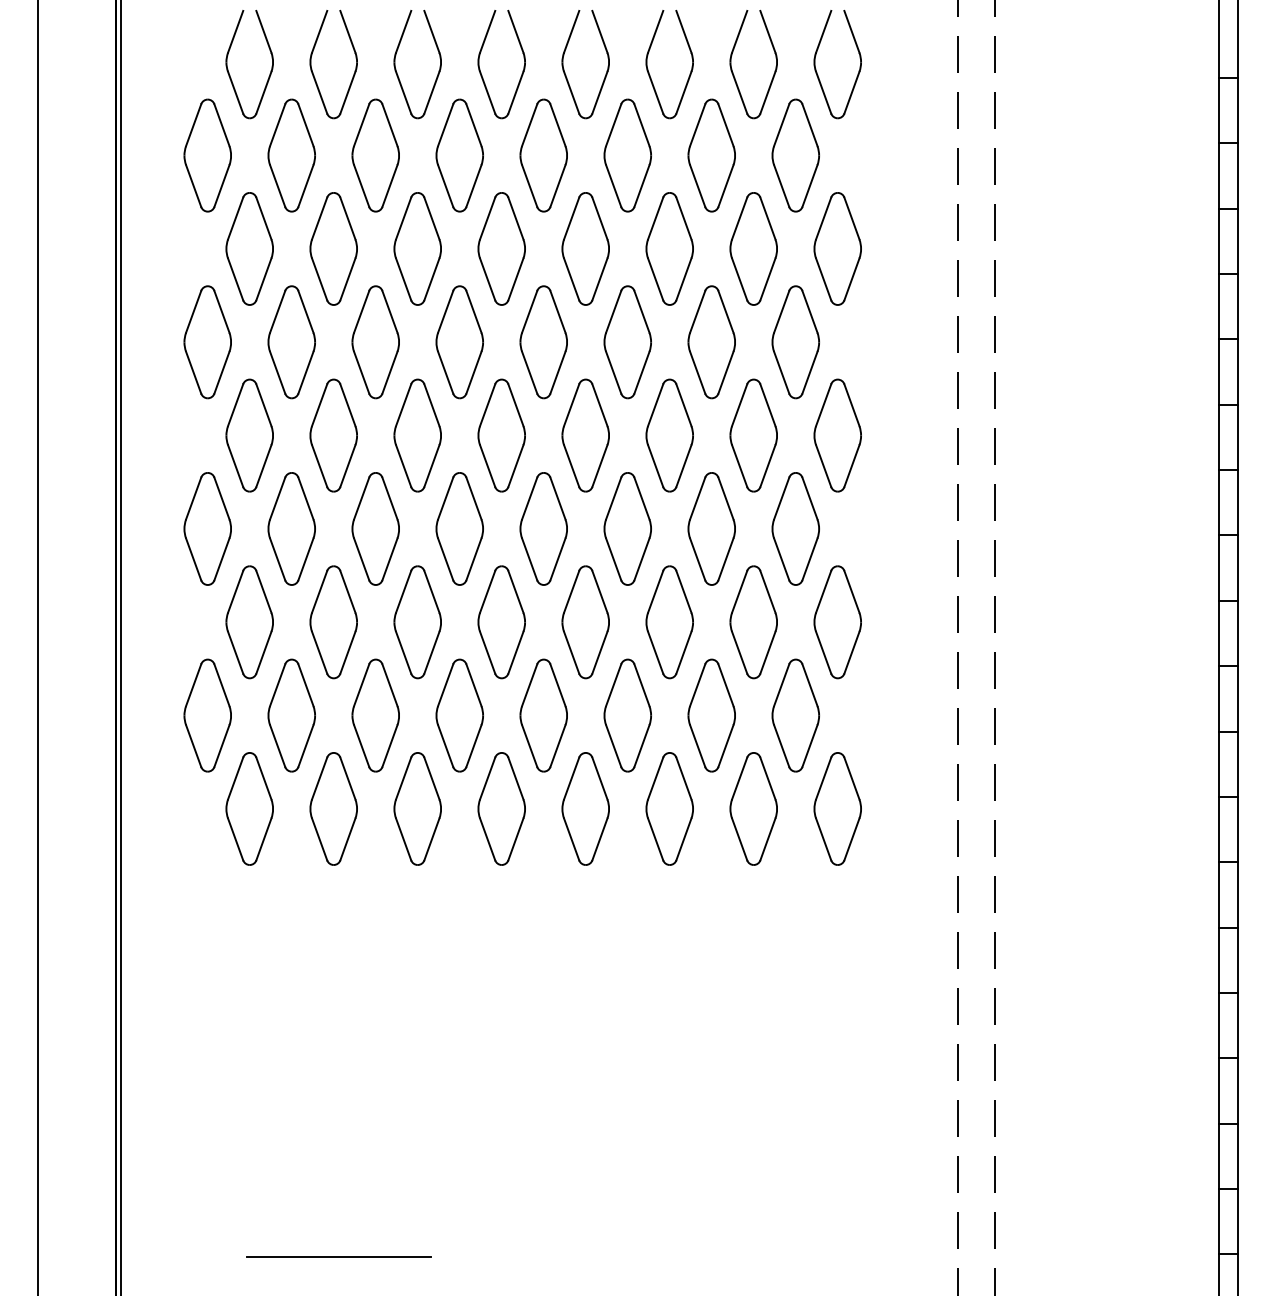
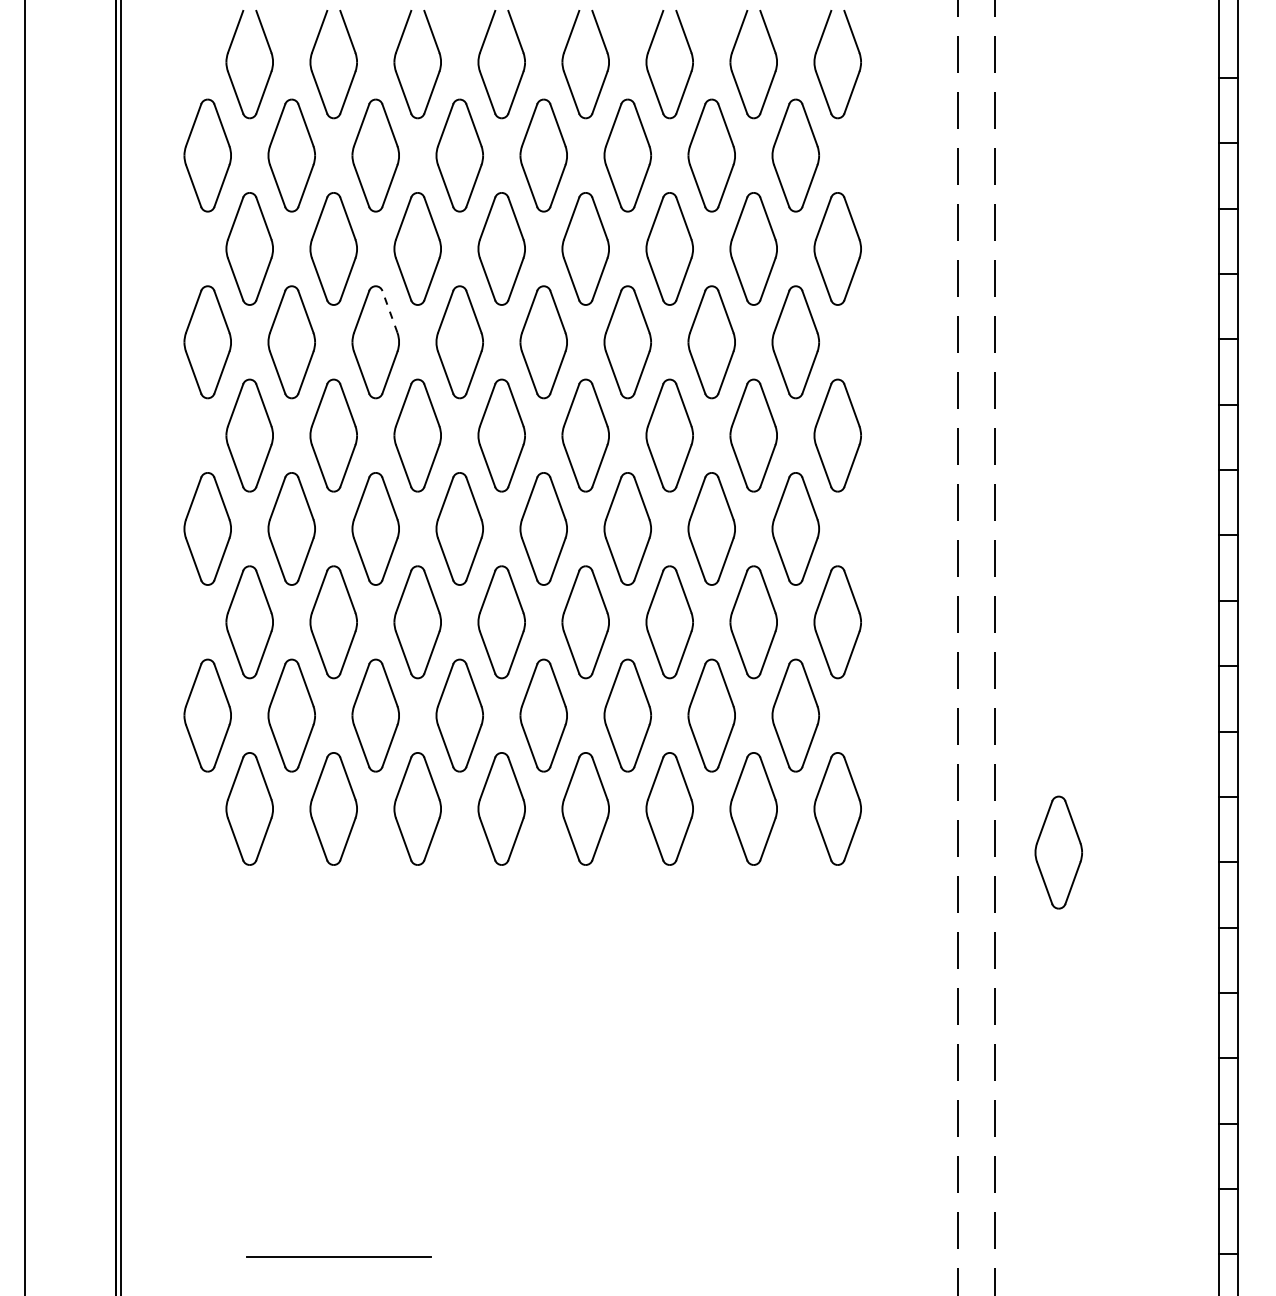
line at (389, 311): solid -> dashed
line at (38, 647) position: (38, 647) -> (25, 647)
part at (1058, 852): none -> present
